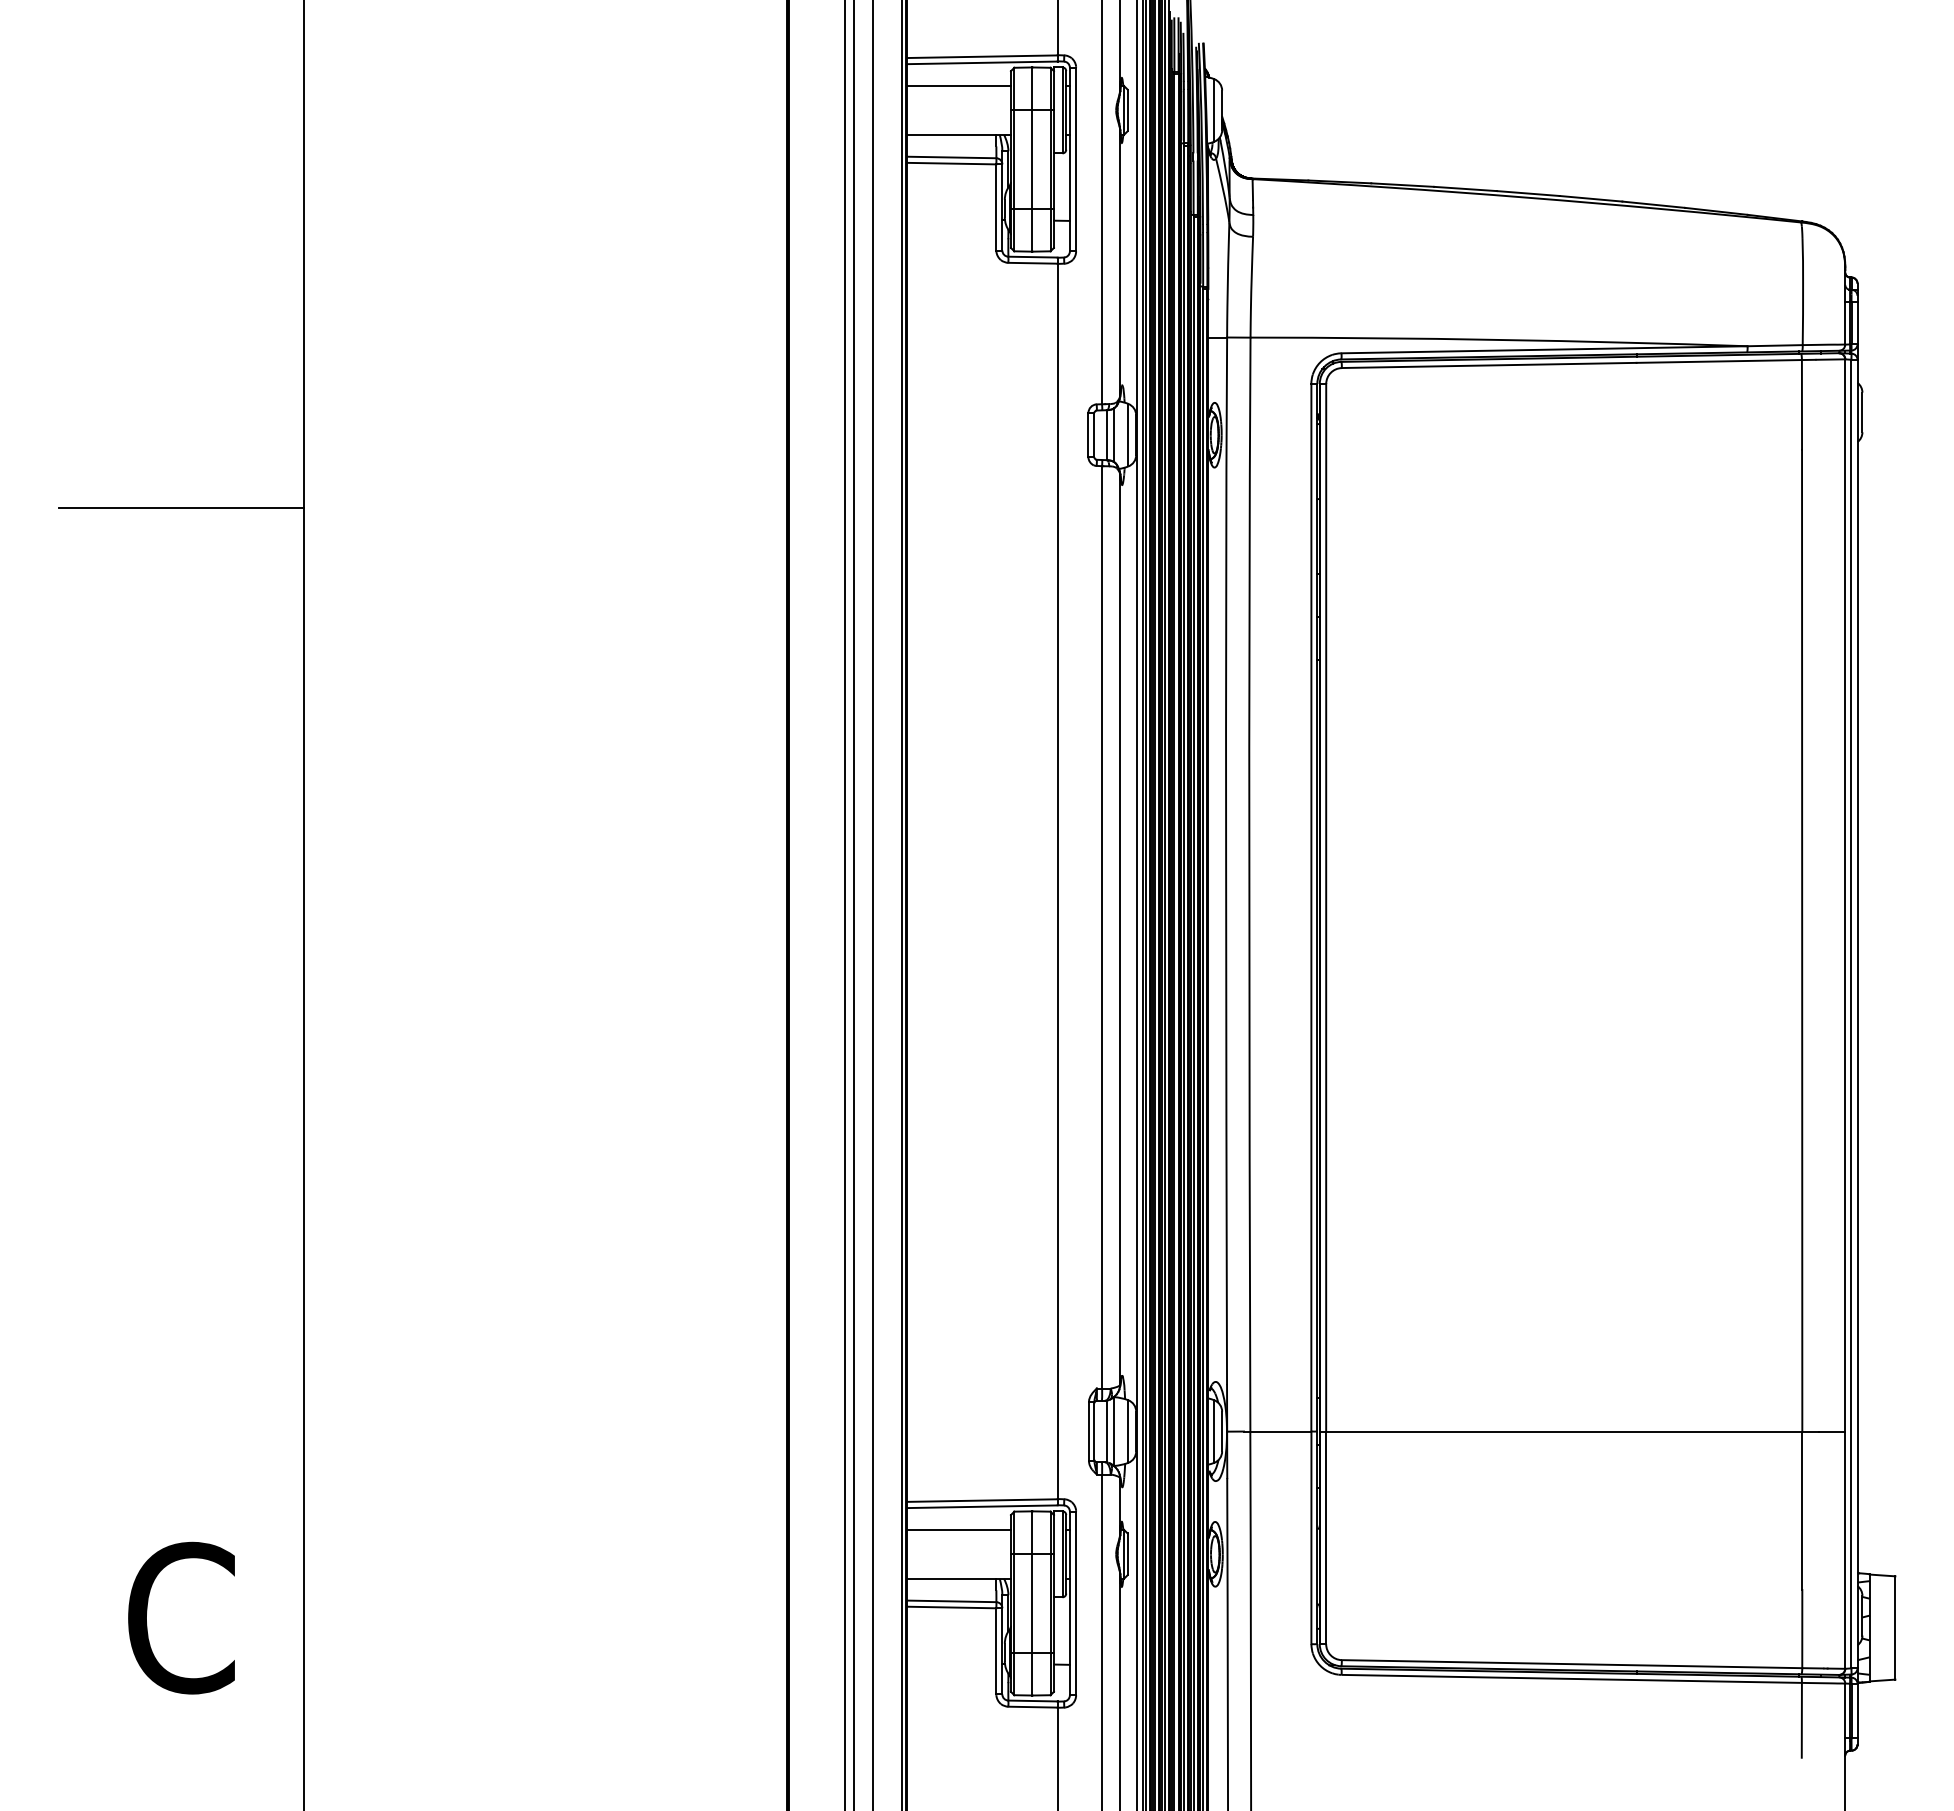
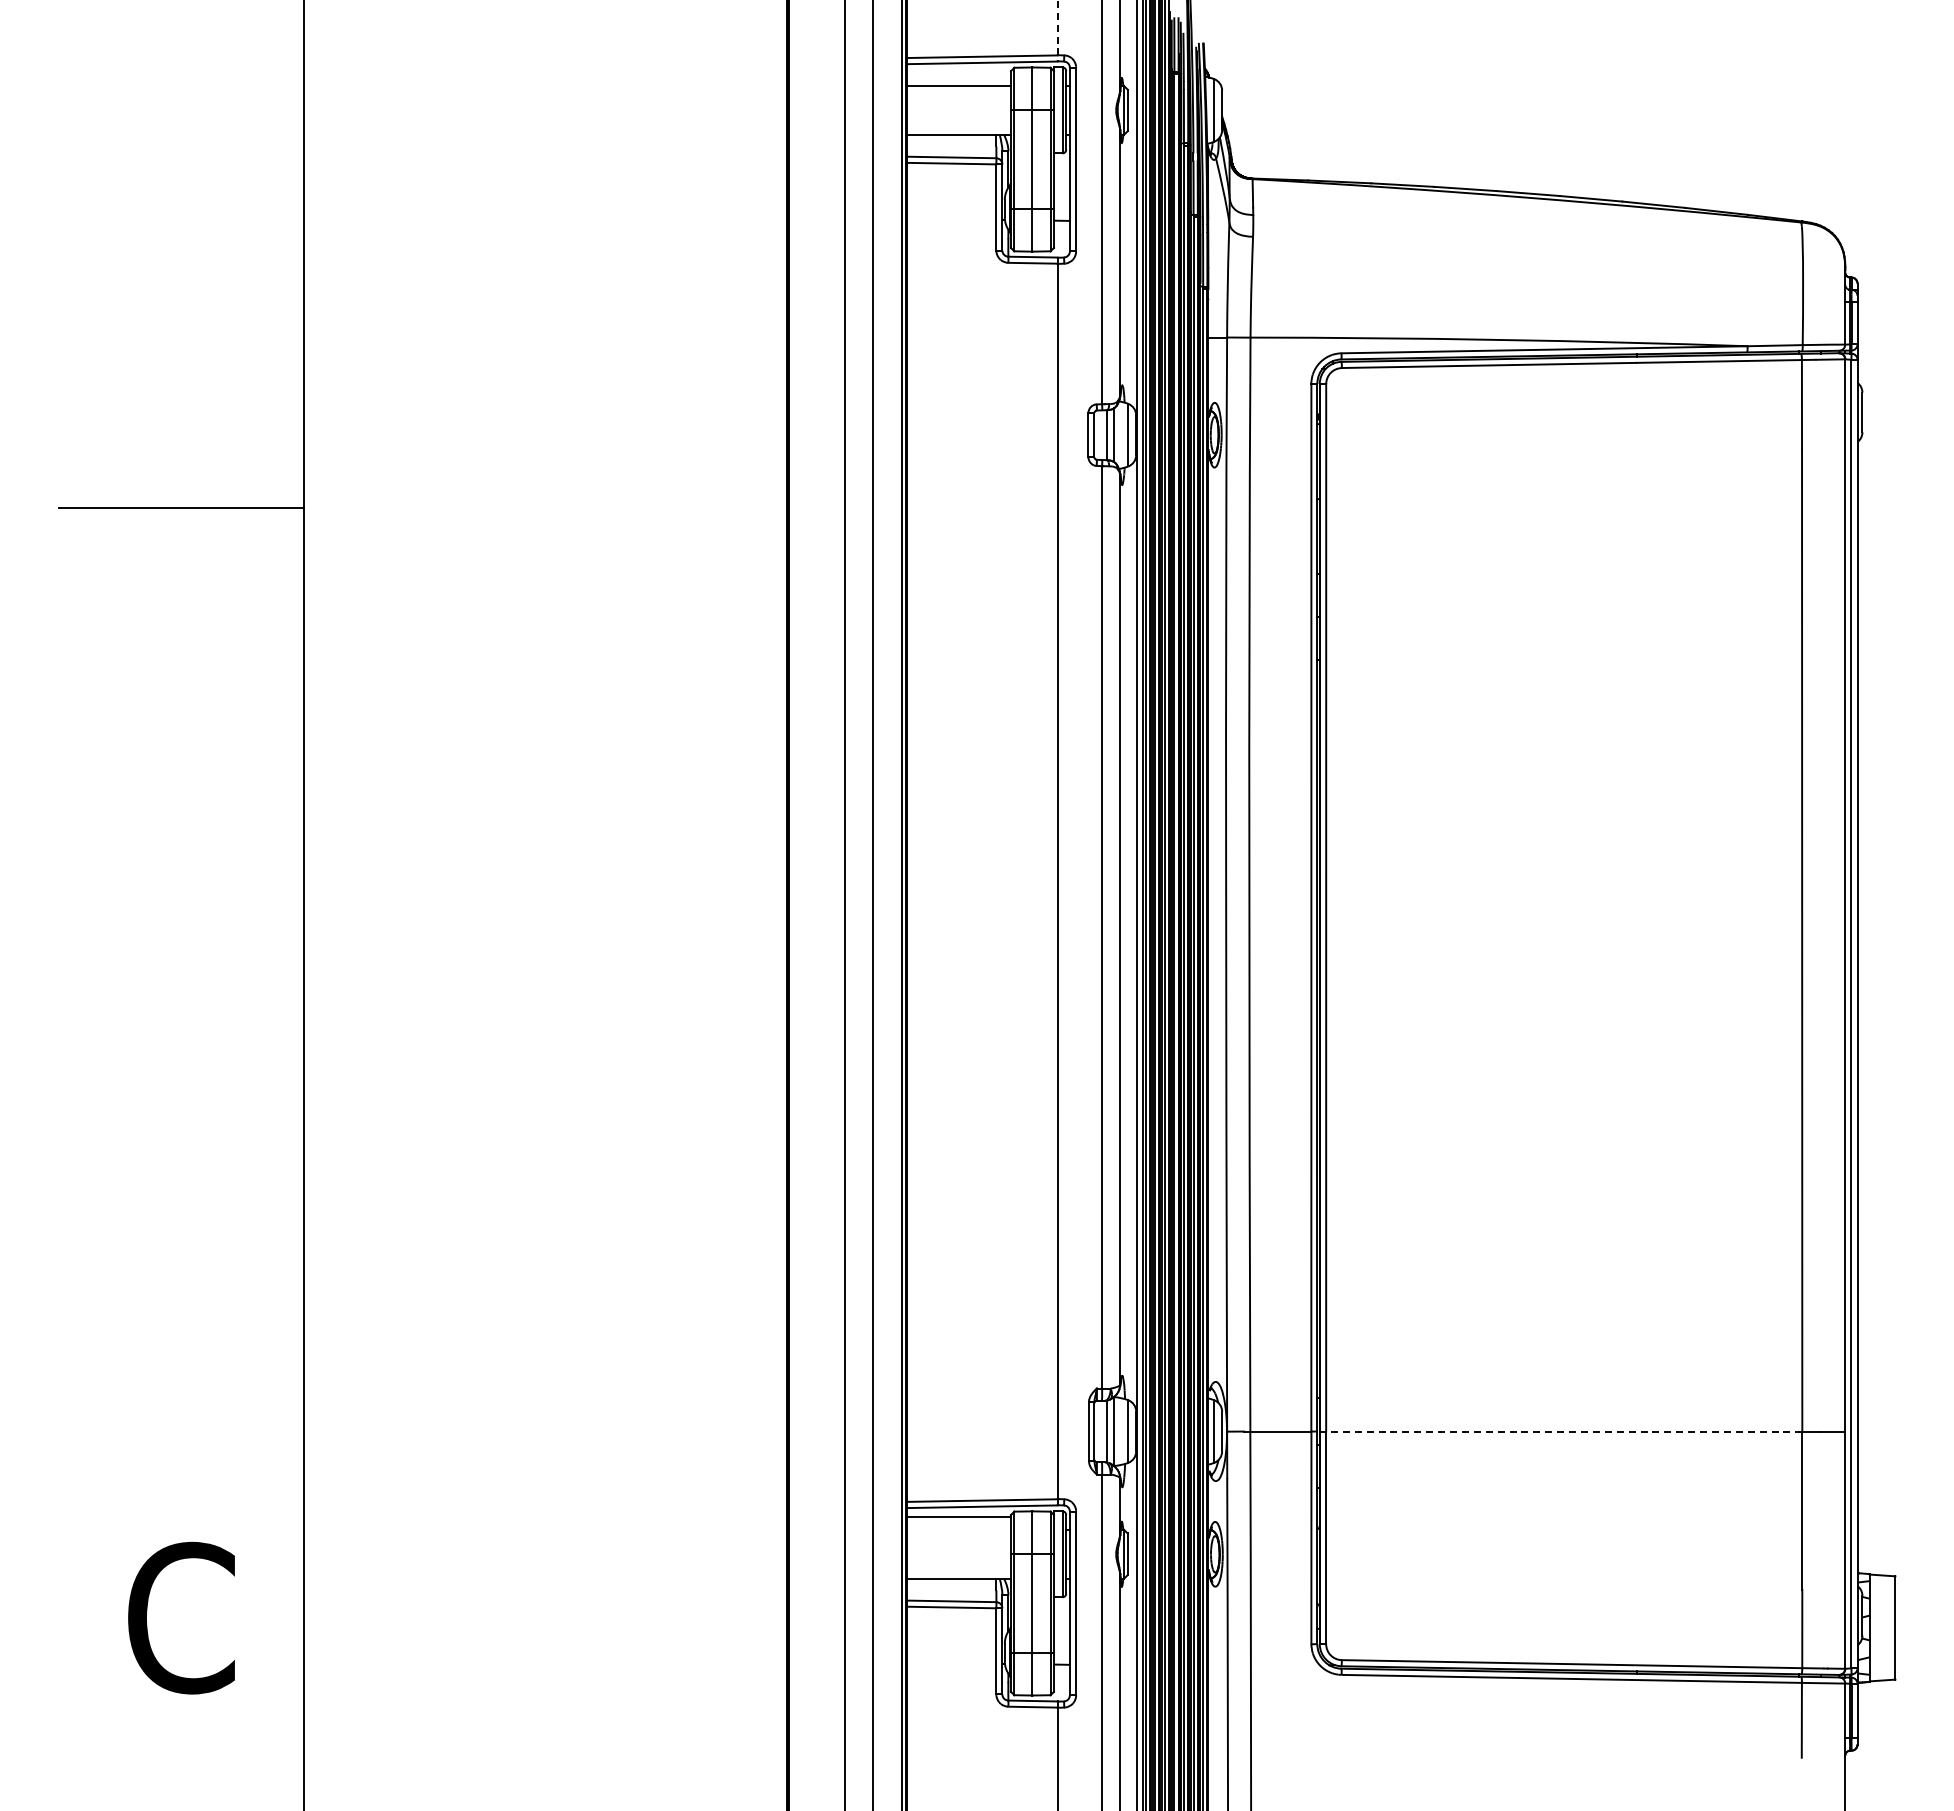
line at (1057, 31): solid -> dashed
line at (854, 904): present -> none
line at (1560, 1431): solid -> dashed
line at (958, 1529) position: (958, 1529) -> (958, 1516)
